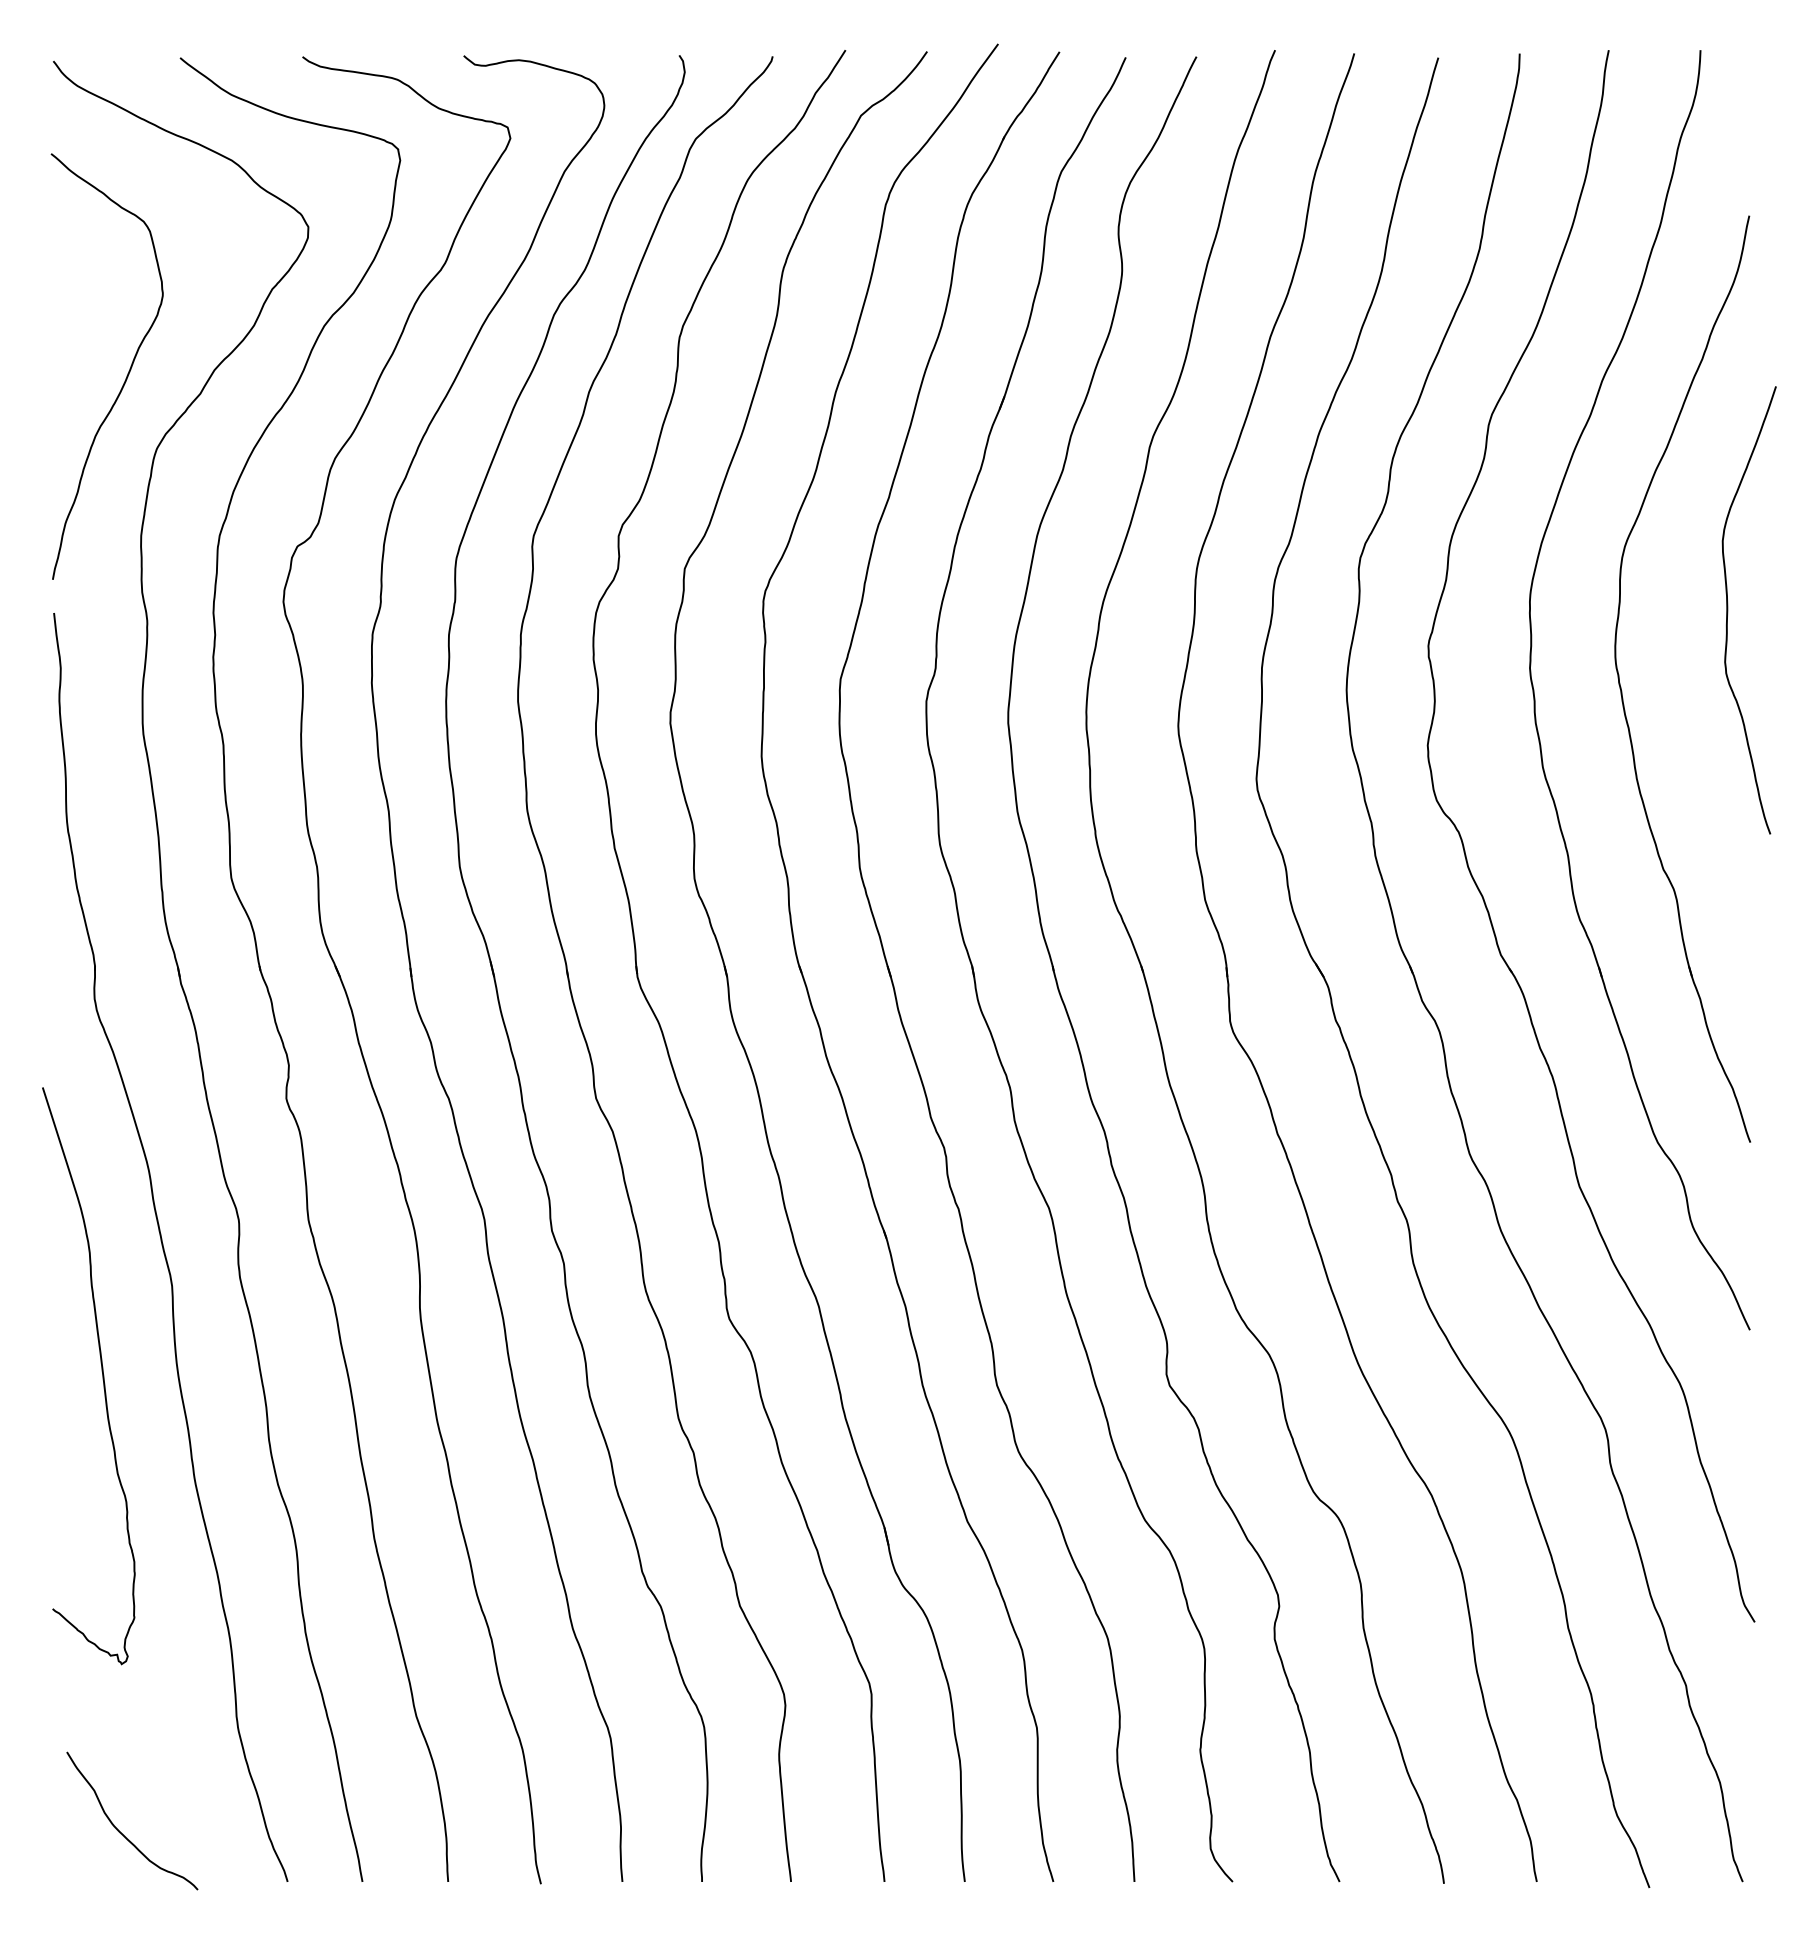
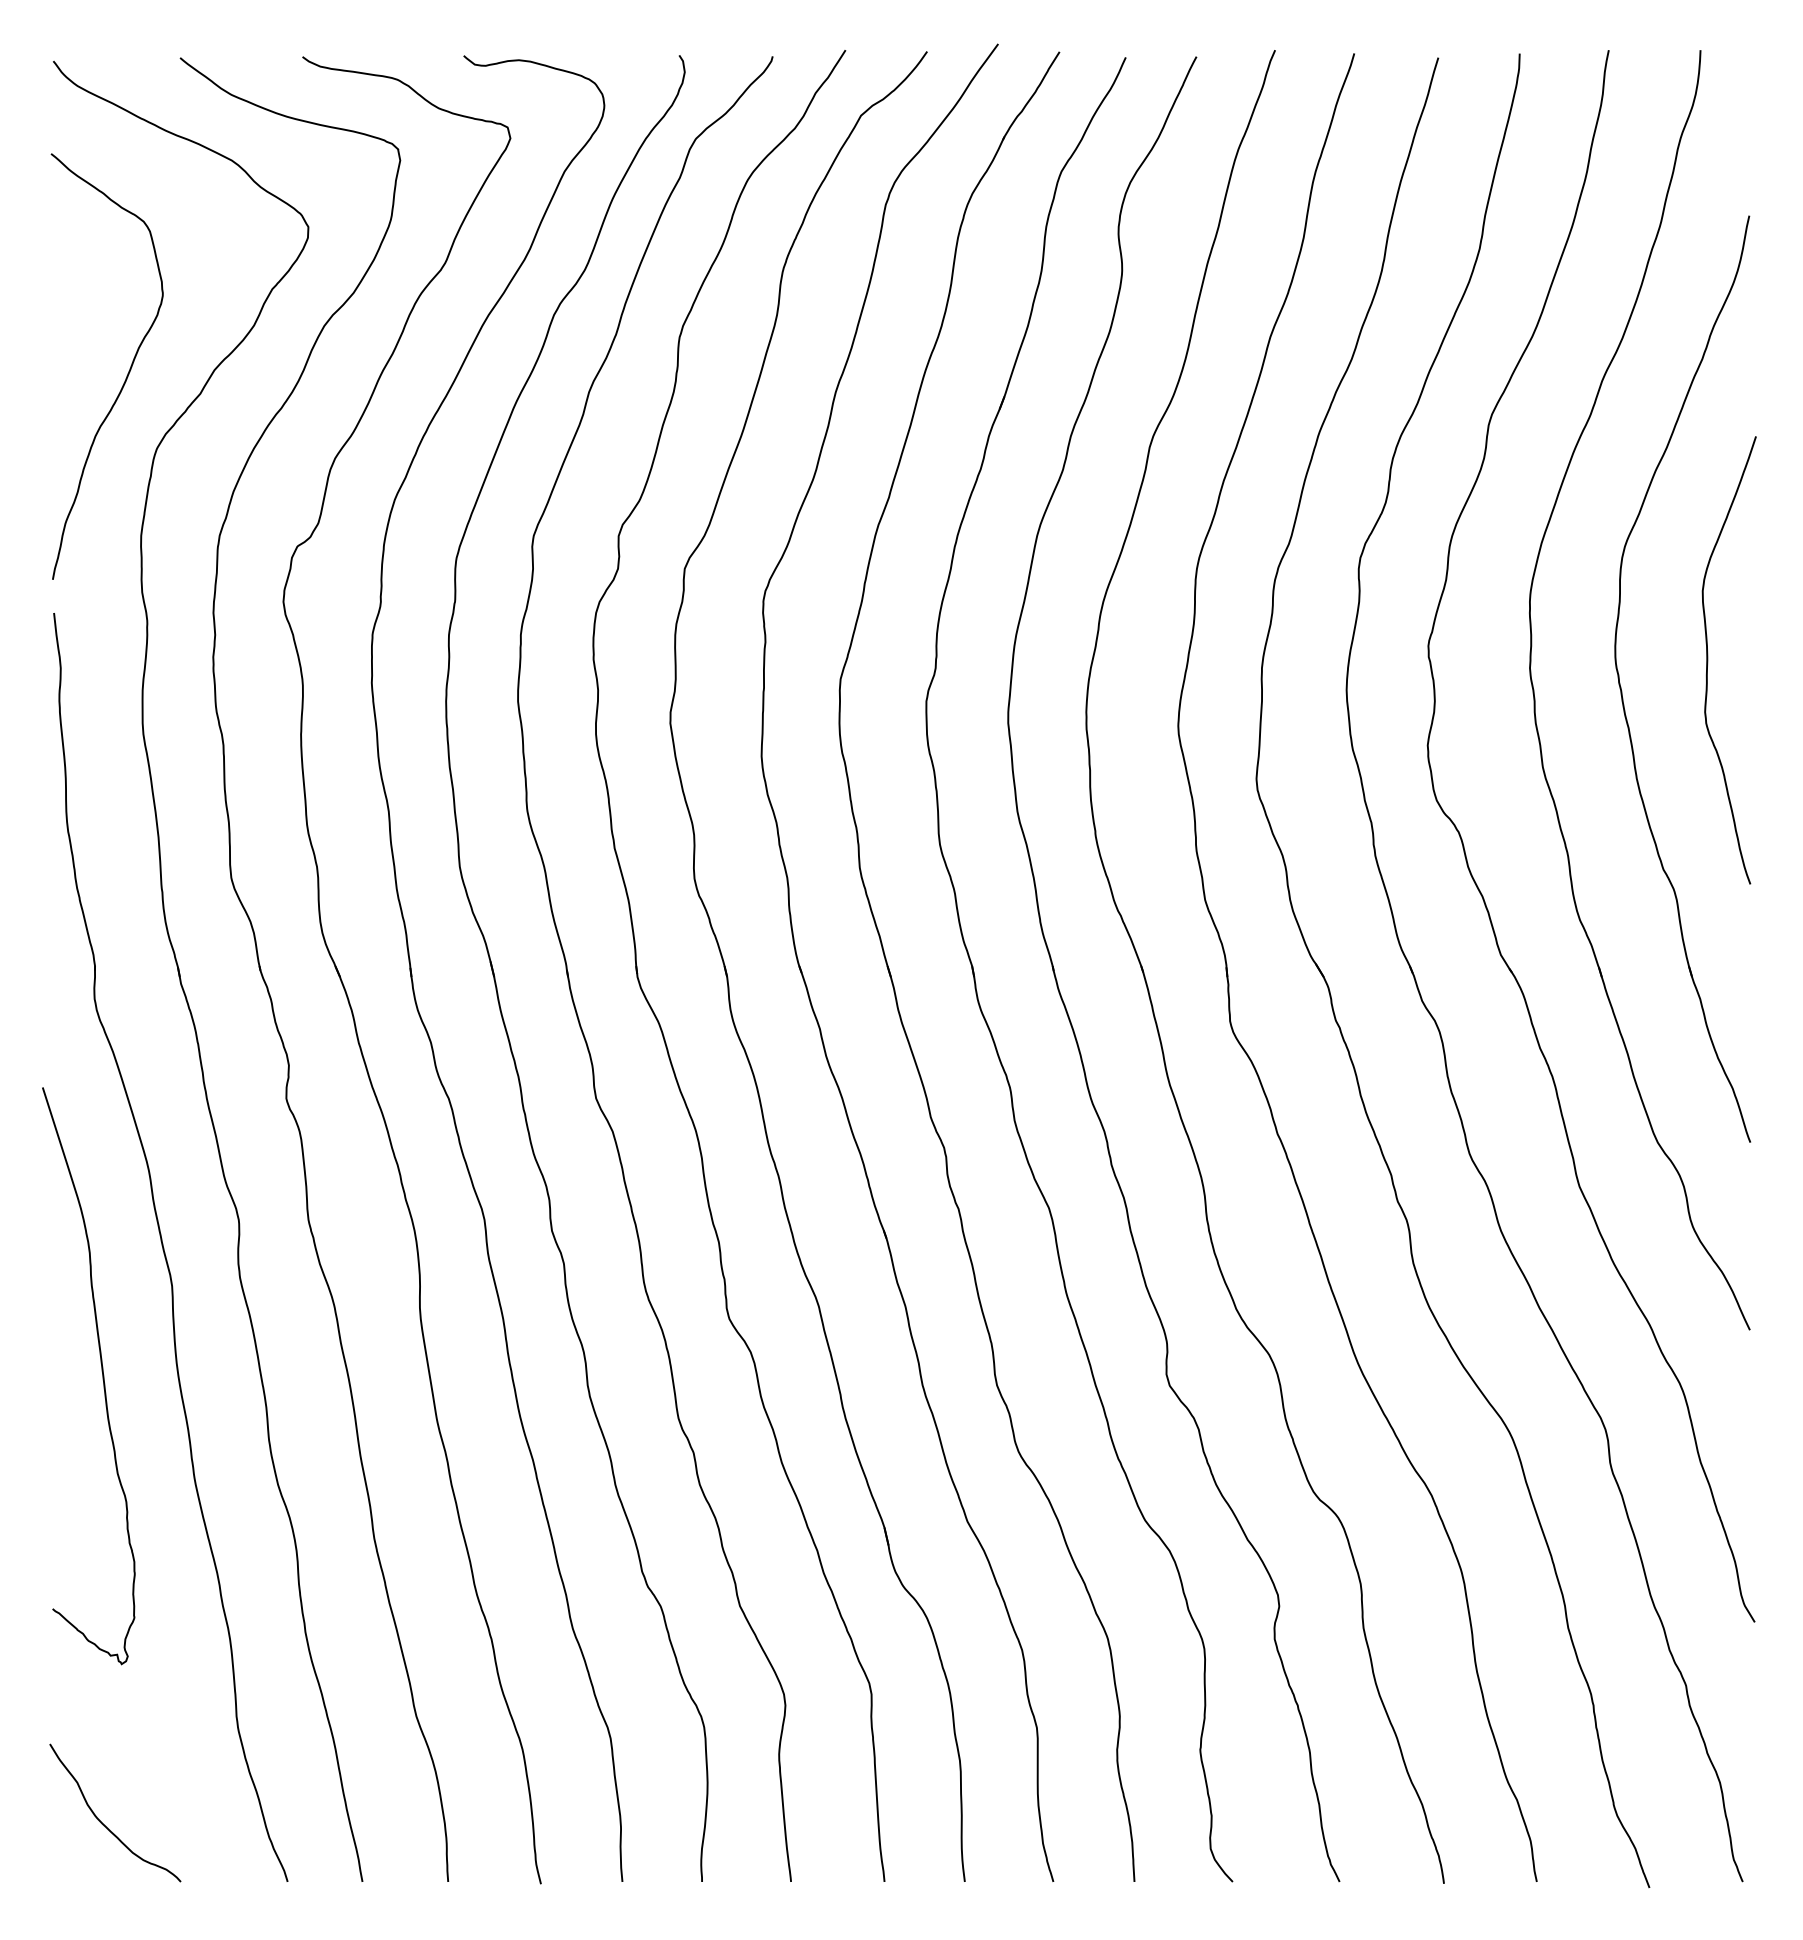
curve at (1728, 610) position: (1728, 610) -> (1708, 660)
curve at (120, 1831) position: (120, 1831) -> (103, 1823)
